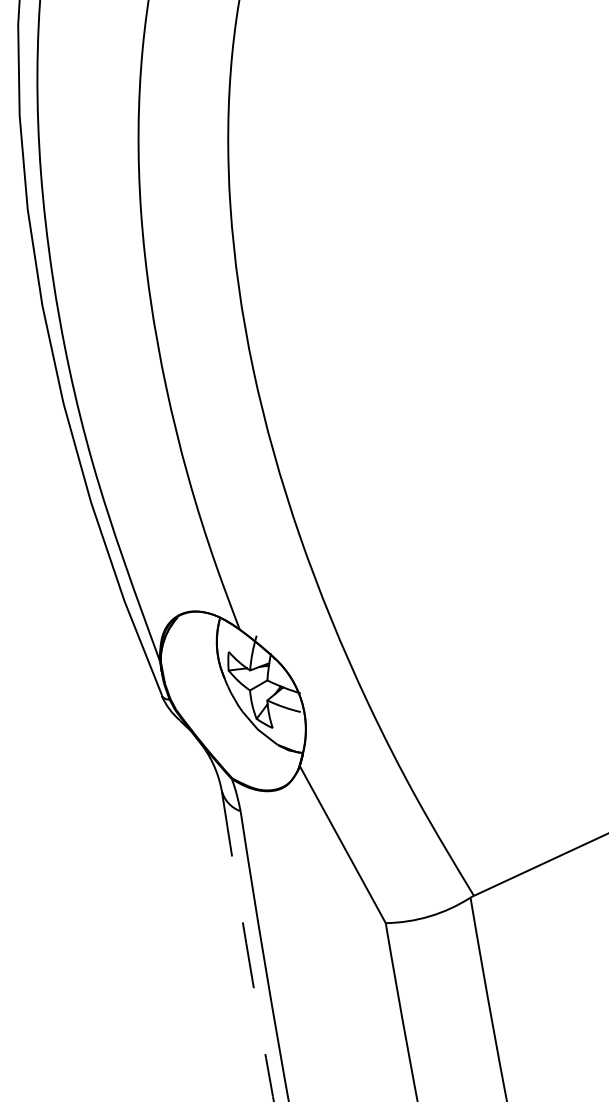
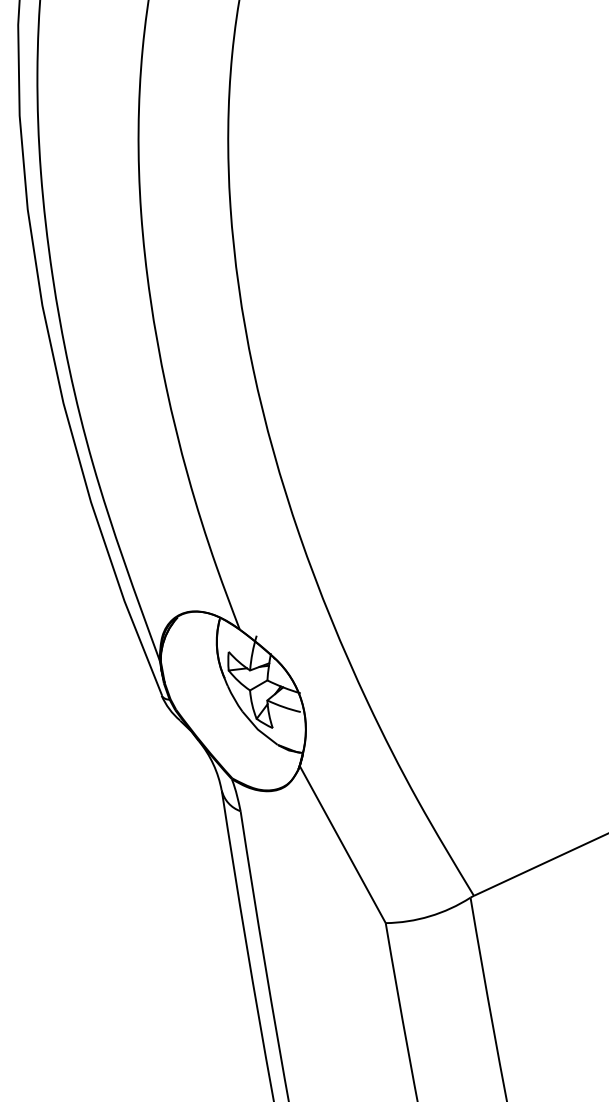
arc at (246, 946): dashed -> solid
